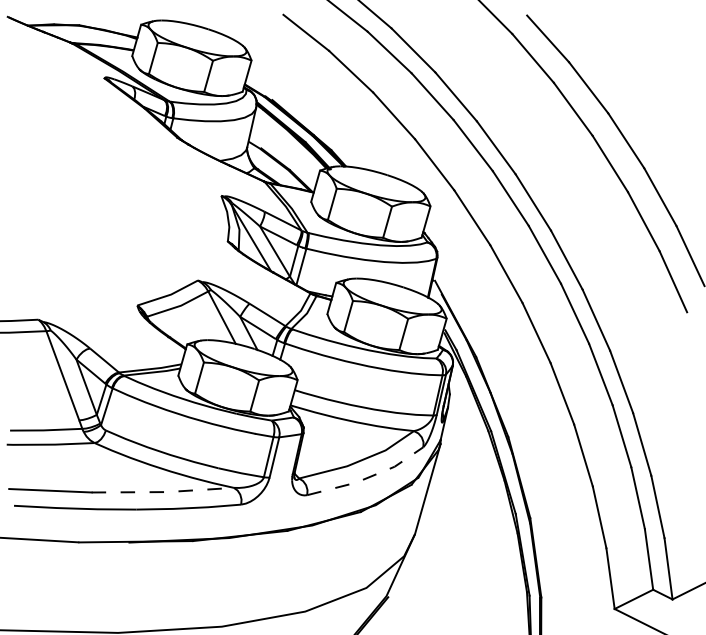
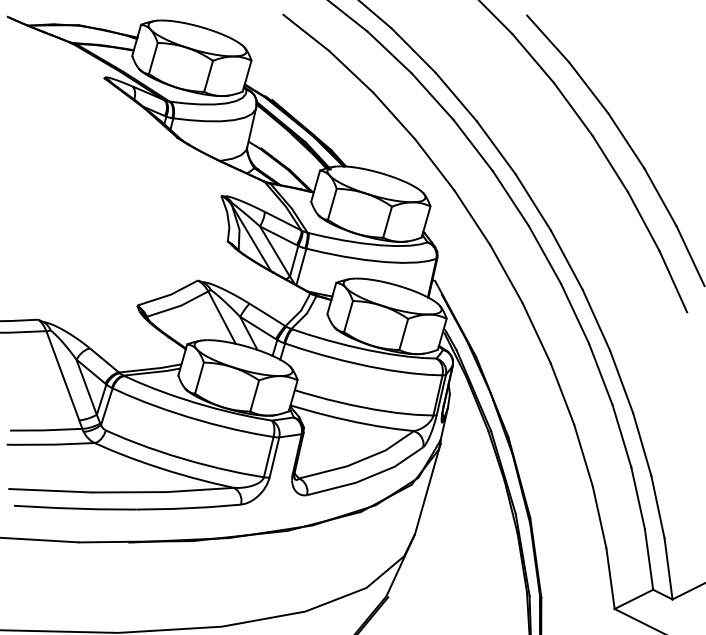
line at (368, 477): dashed -> solid
line at (163, 492): dashed -> solid
